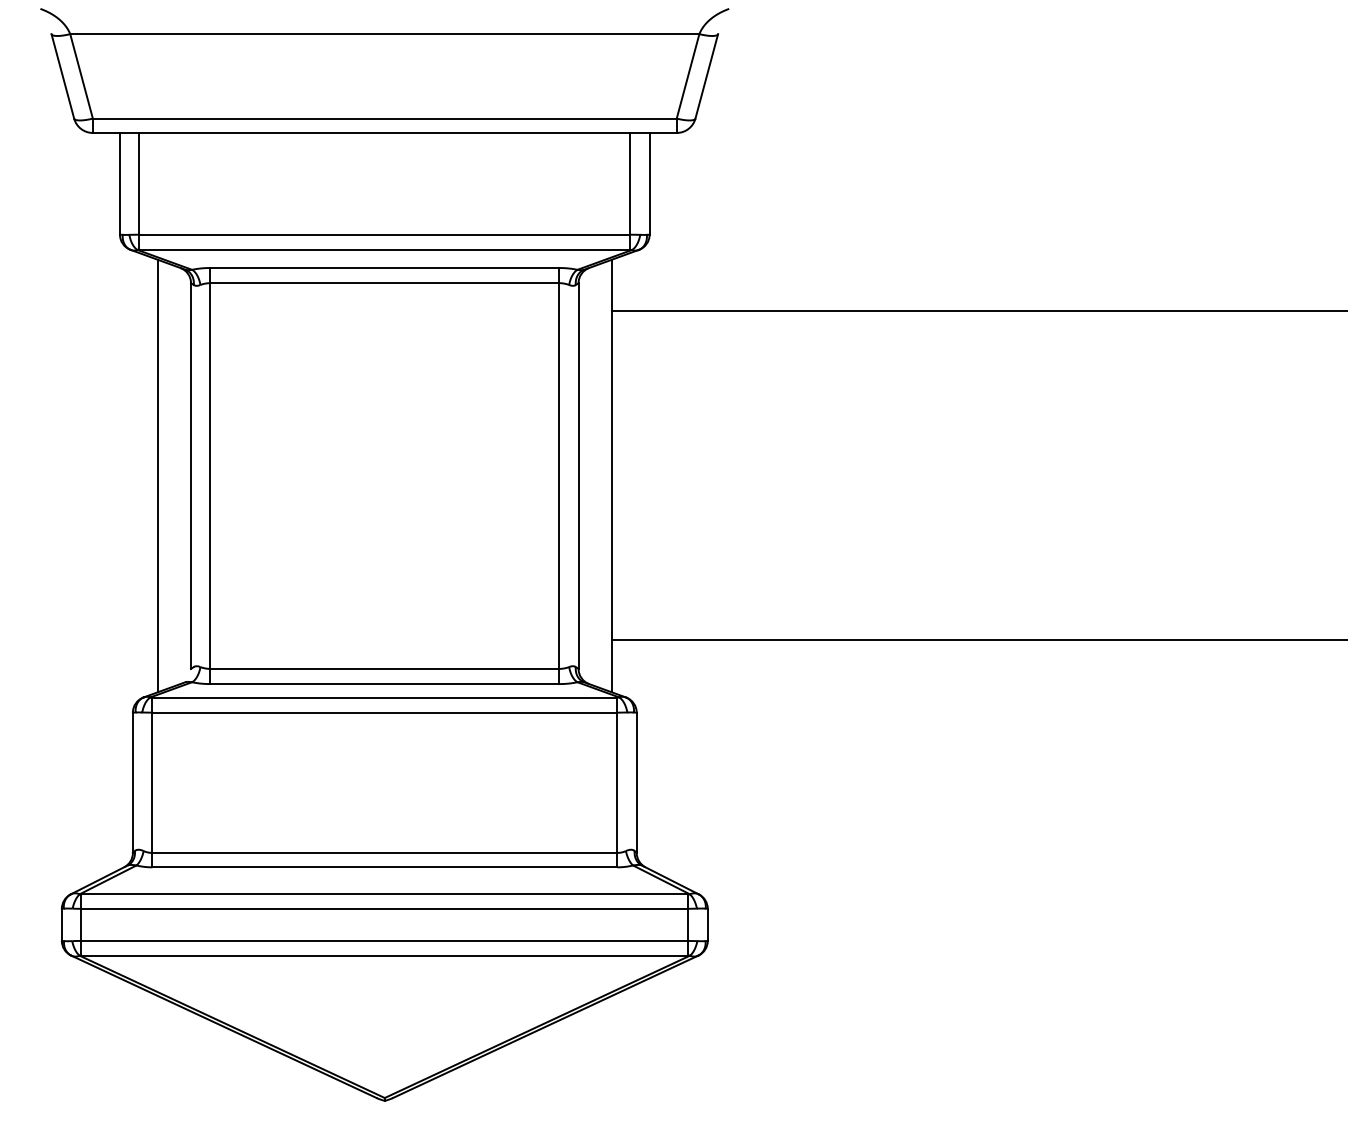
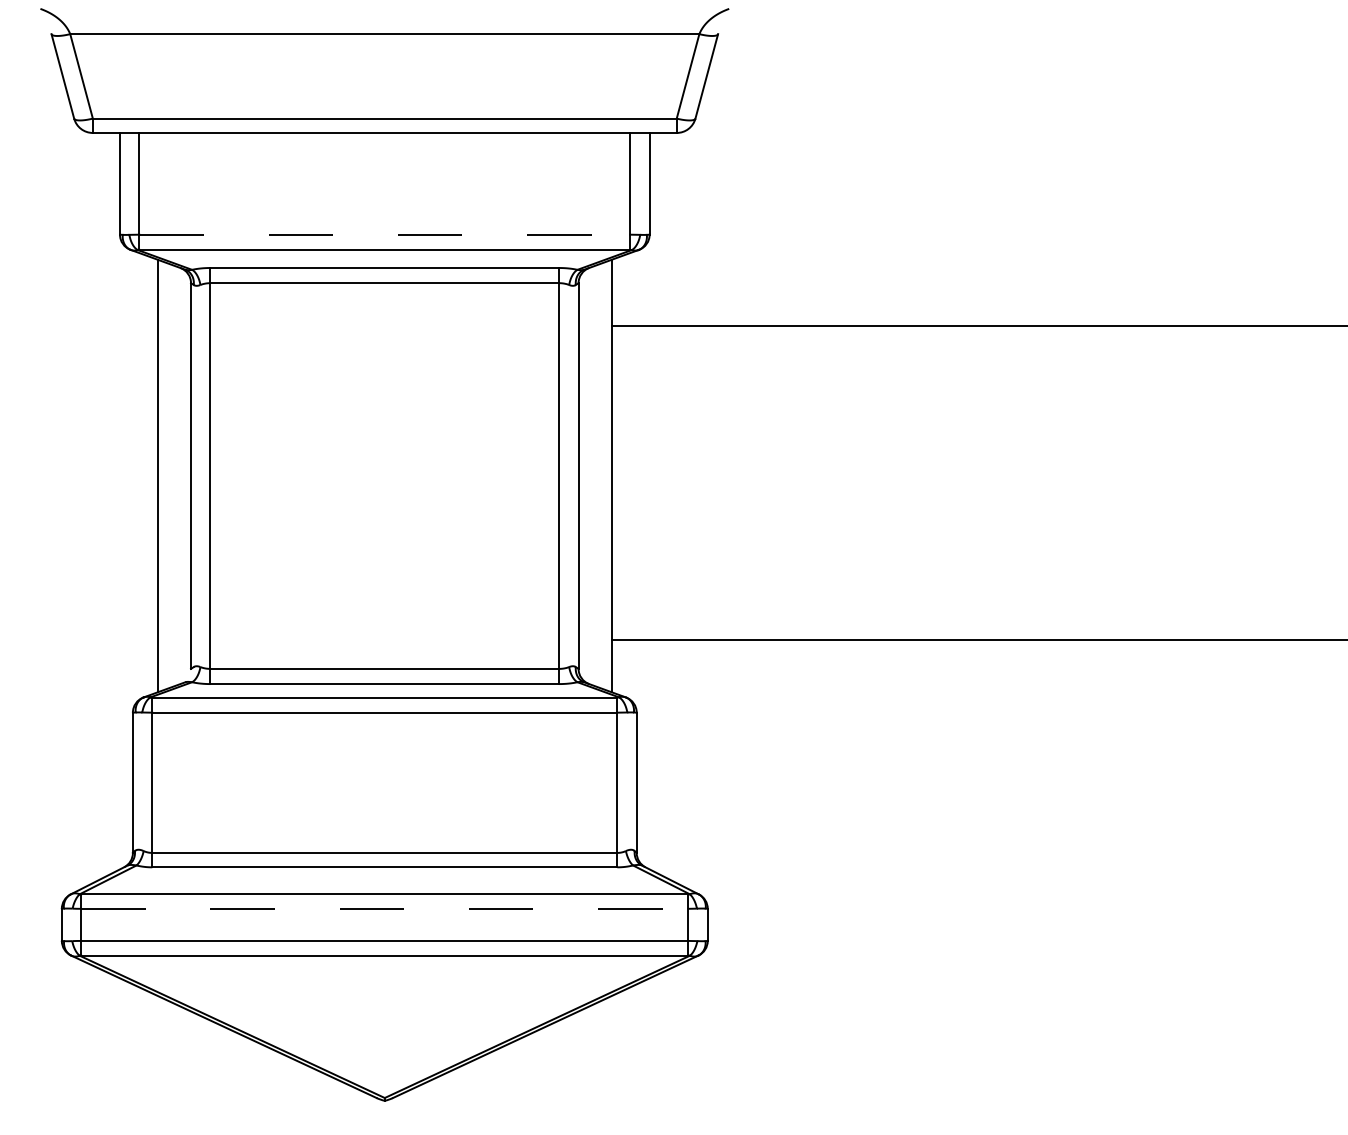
line at (385, 234): solid -> dashed
line at (977, 310) position: (977, 310) -> (977, 325)
line at (384, 908): solid -> dashed
